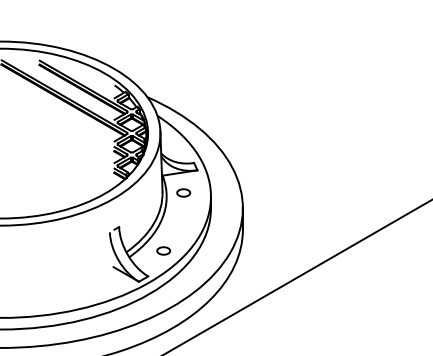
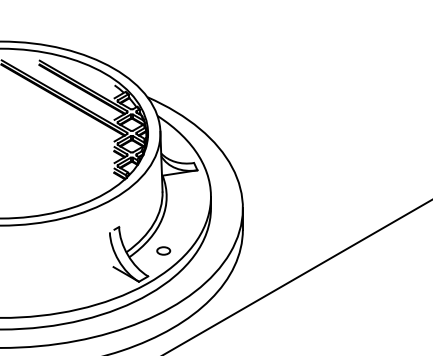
part at (183, 192): present -> none
